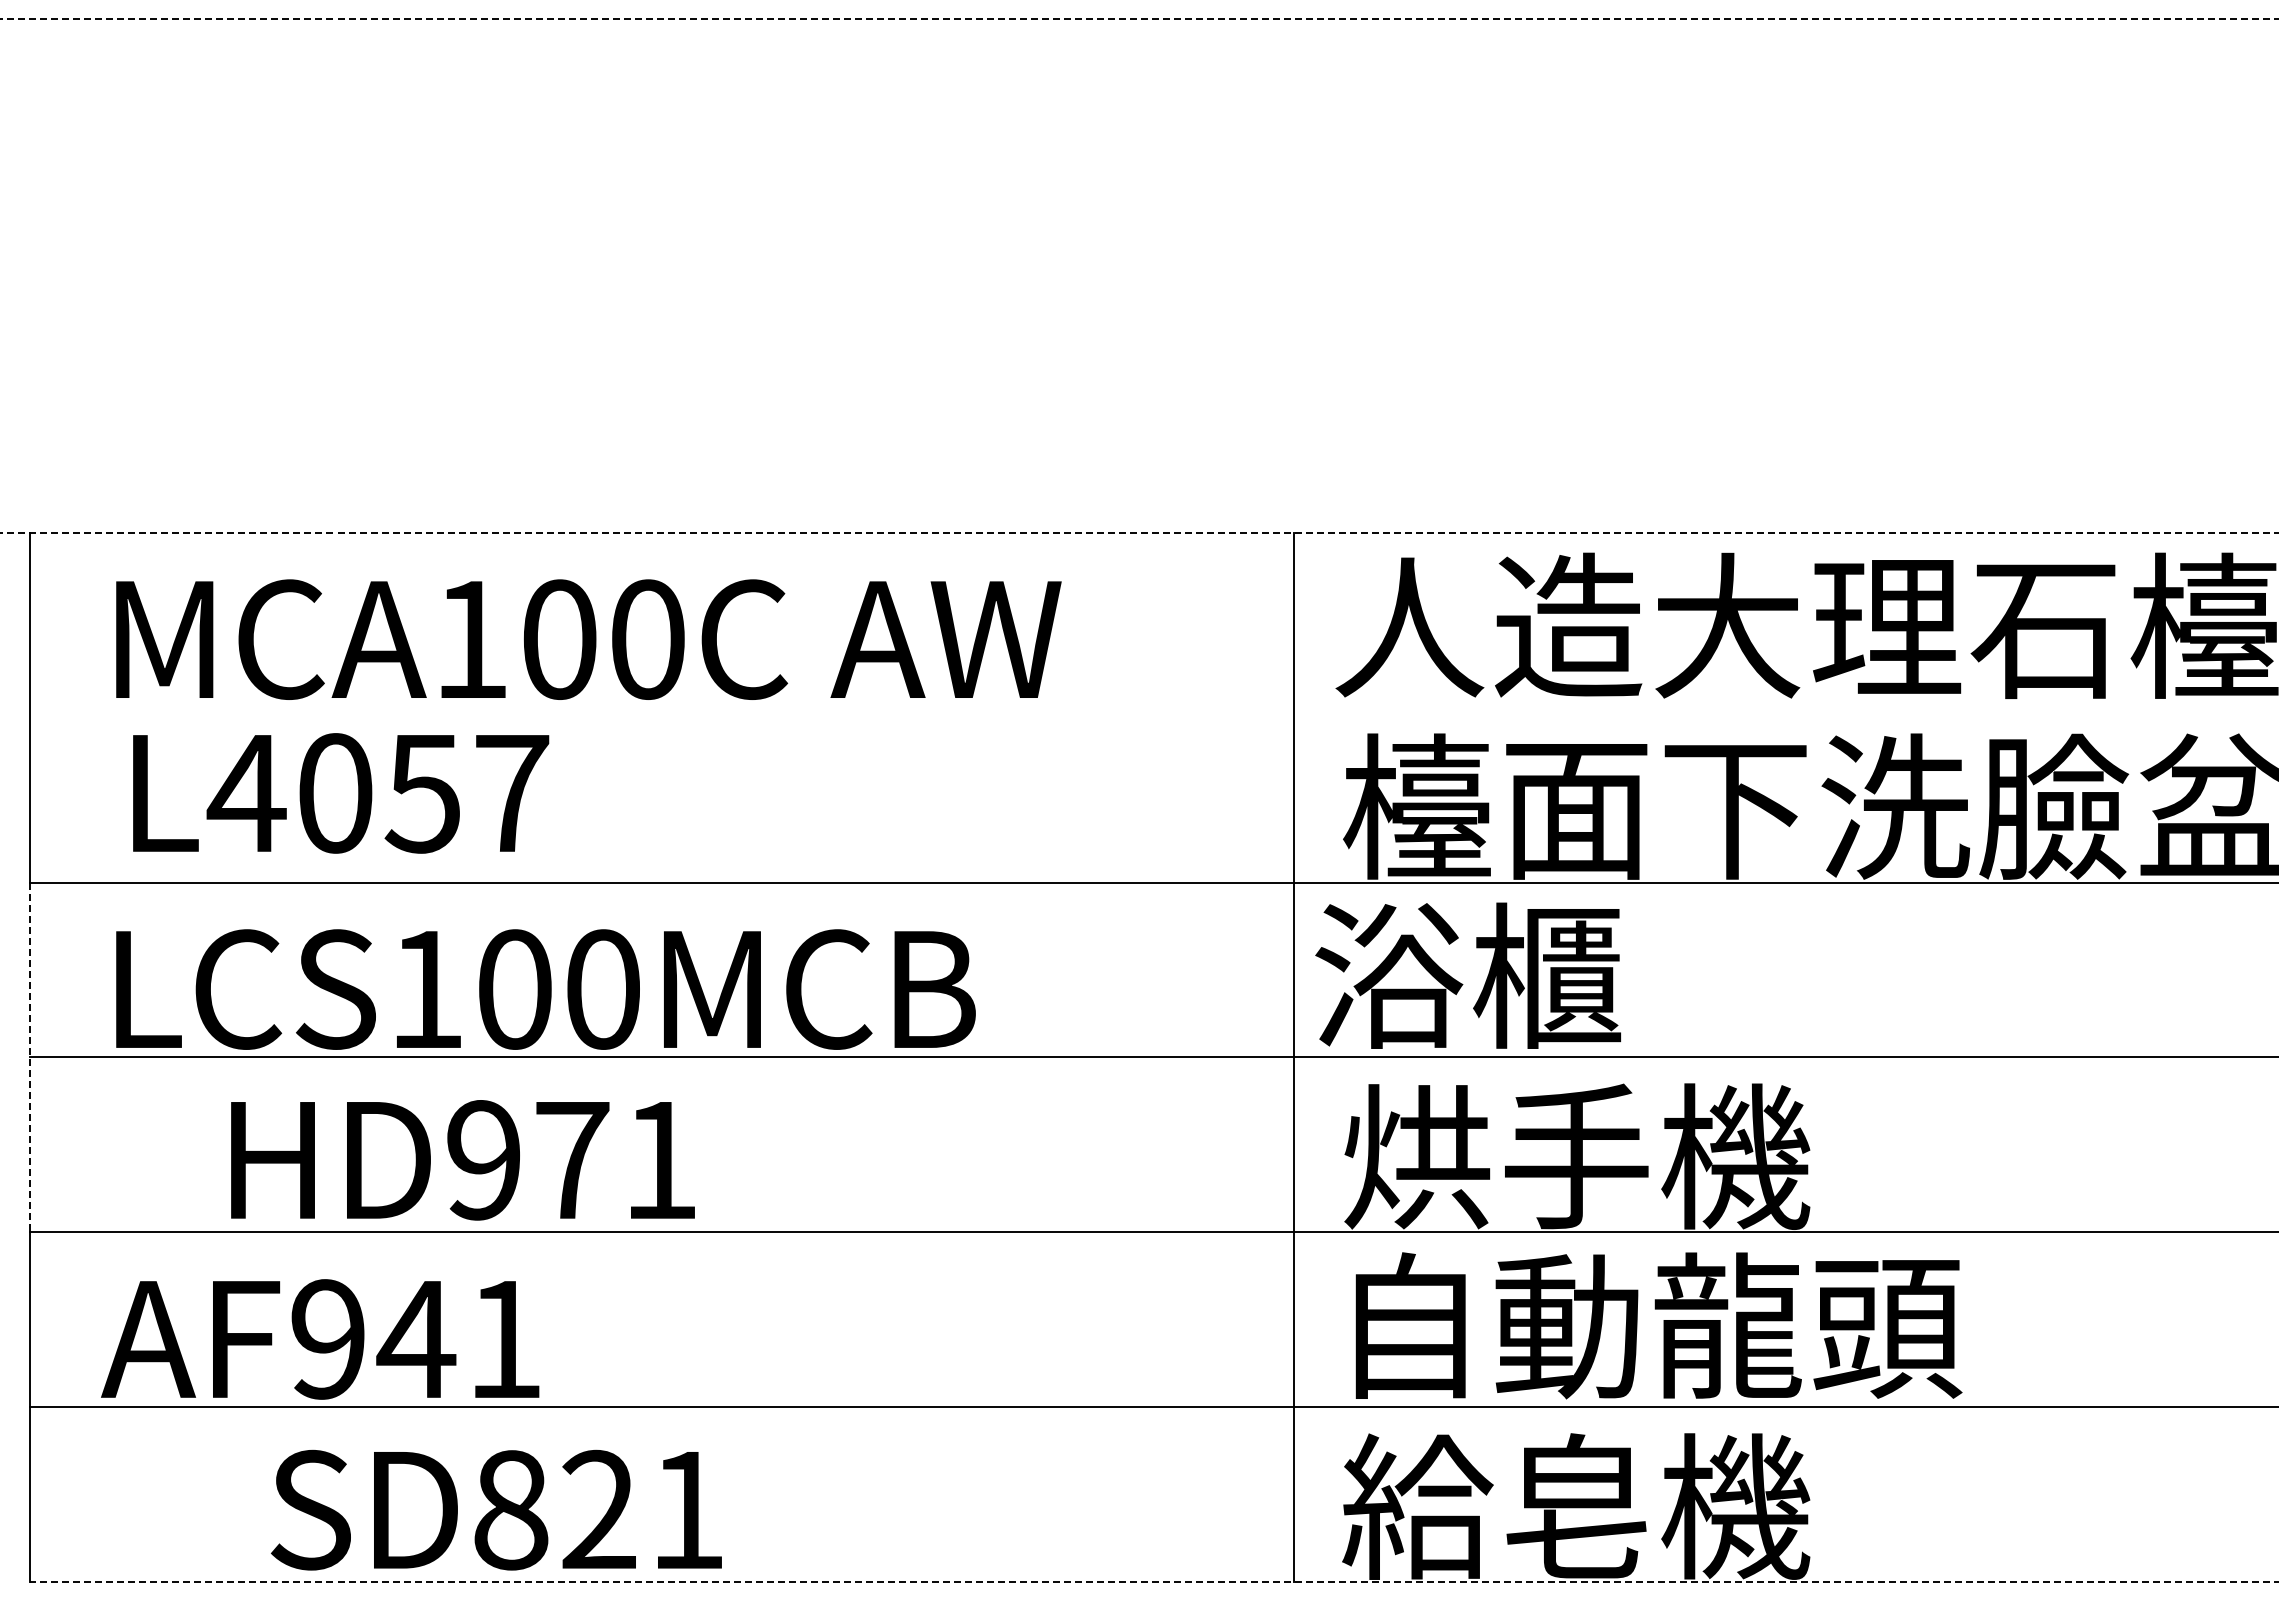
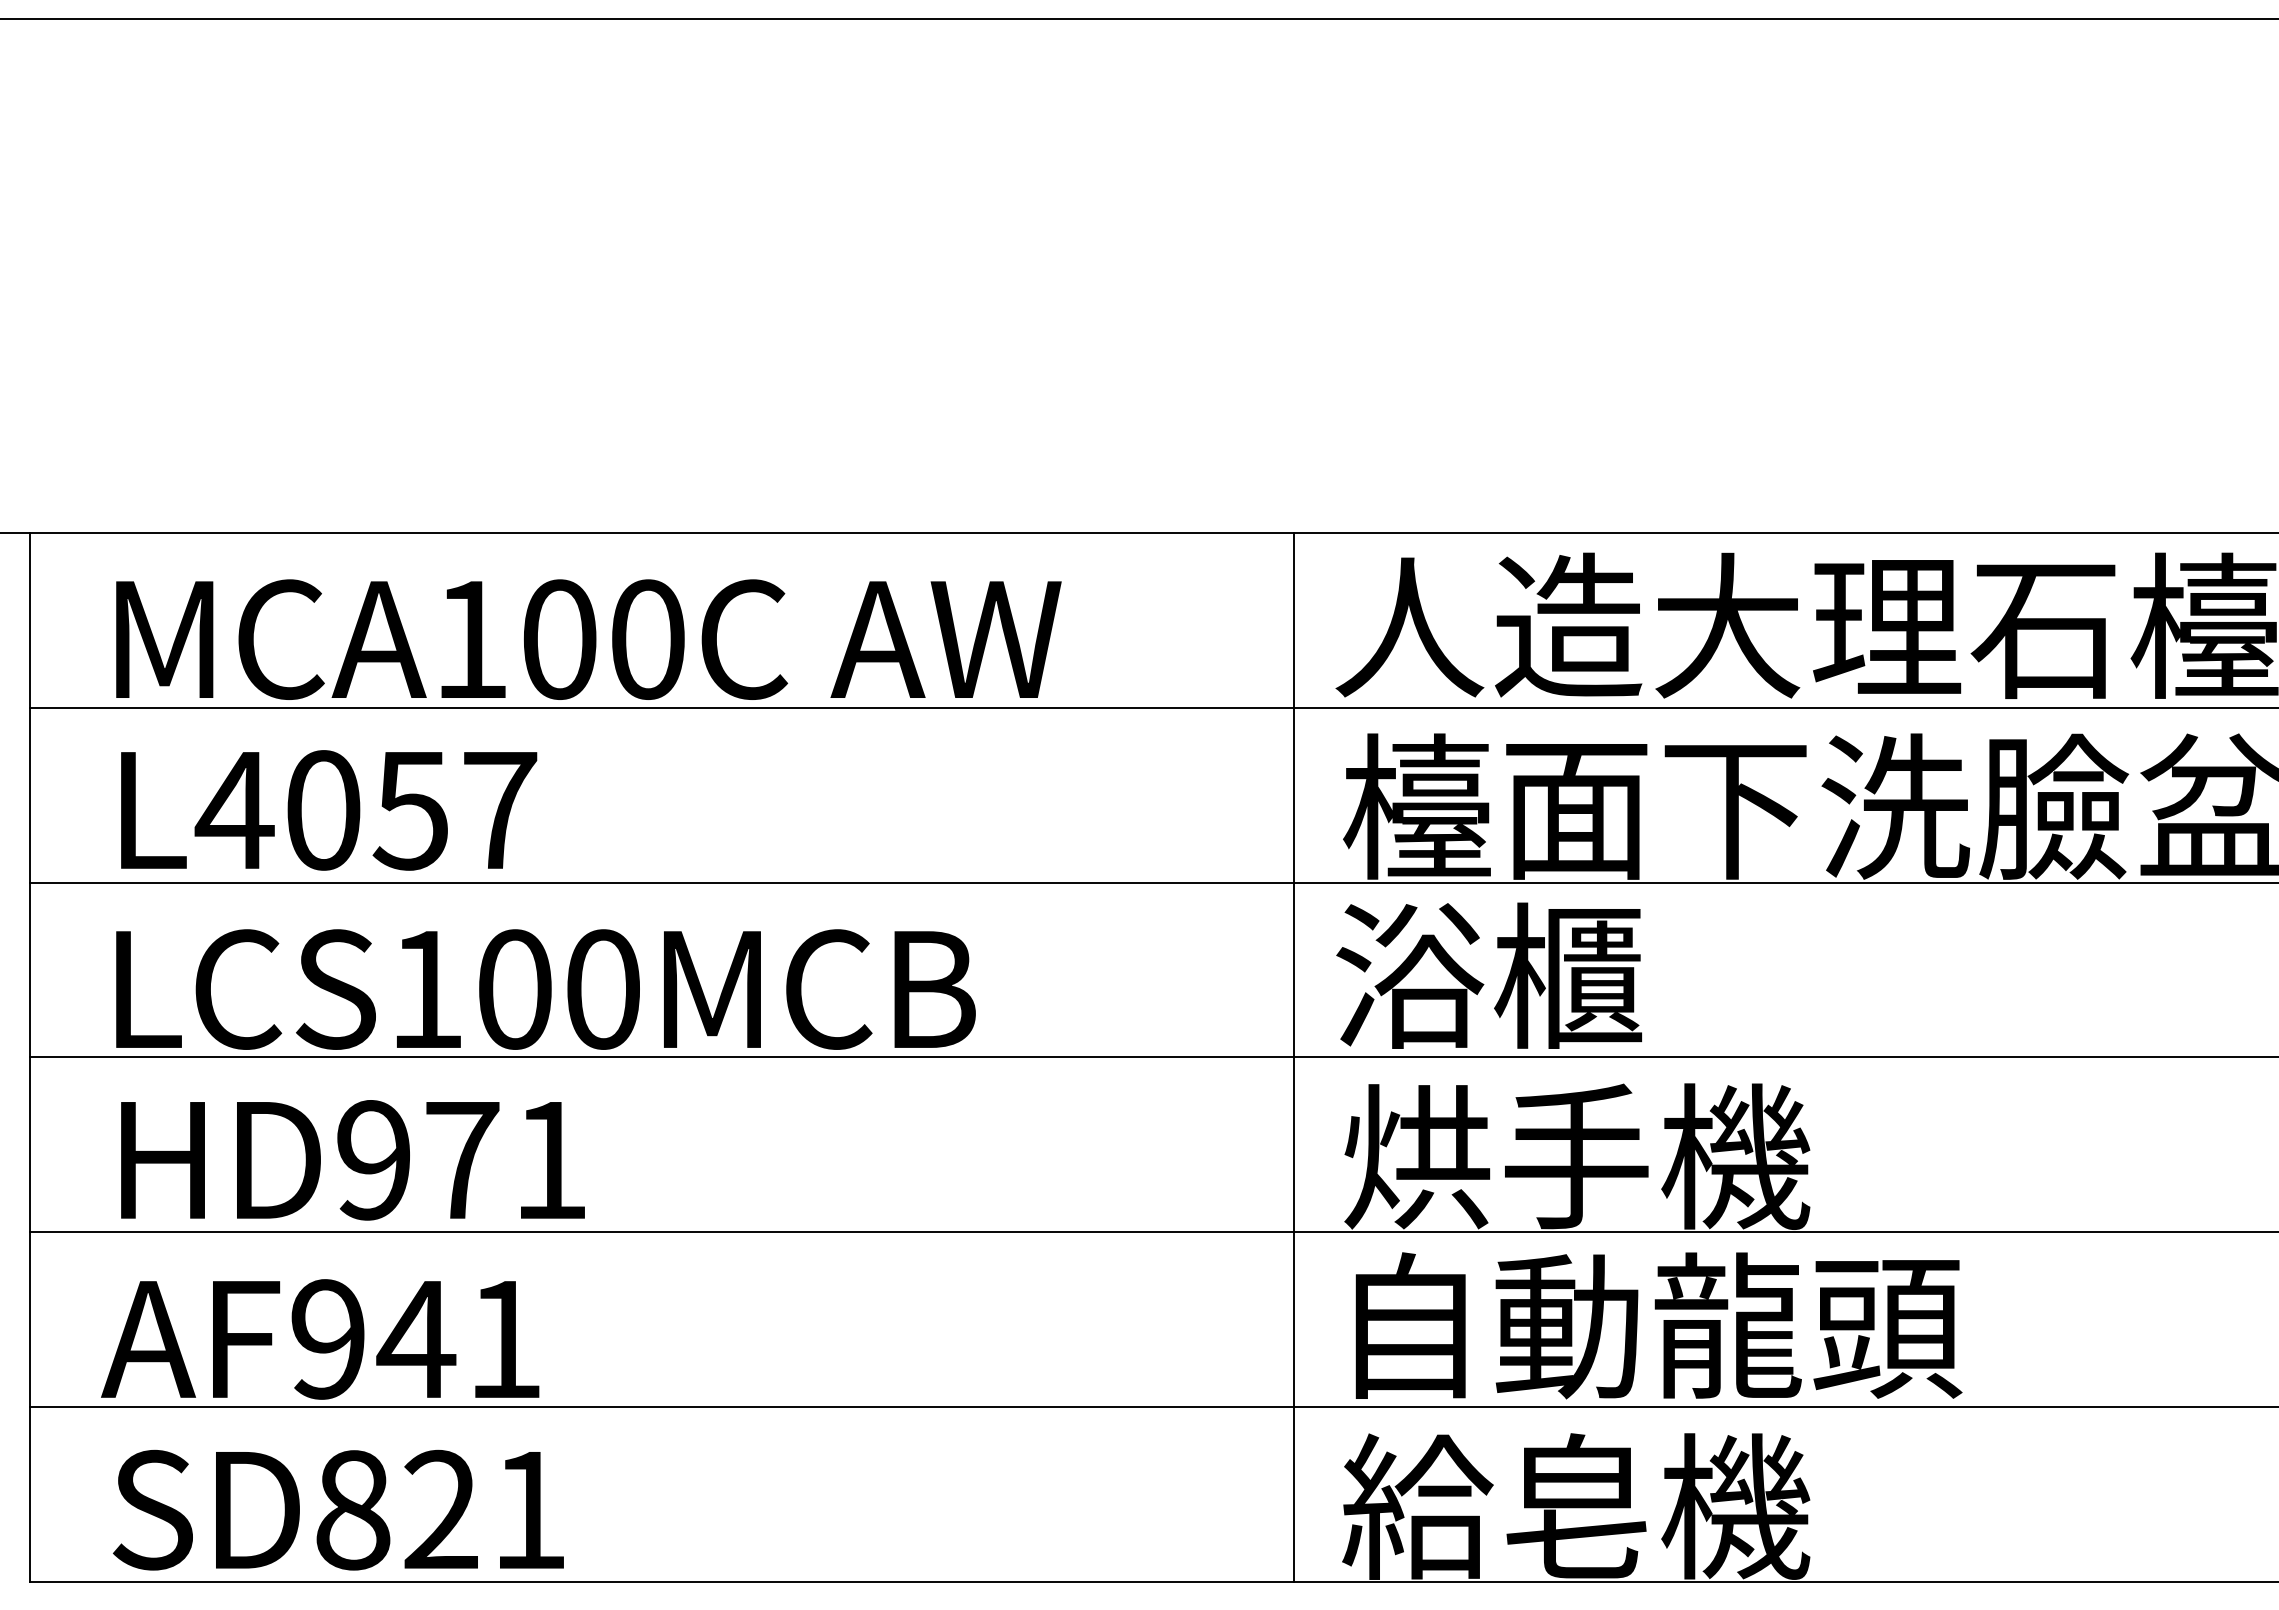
line at (1139, 19): dashed -> solid
line at (1139, 532): dashed -> solid
line at (1152, 707): none -> present
text at (341, 793) position: (341, 793) -> (329, 810)
text at (1467, 975) position: (1467, 975) -> (1488, 975)
line at (30, 1057): dashed -> solid
text at (462, 1160) position: (462, 1160) -> (352, 1160)
text at (496, 1509) position: (496, 1509) -> (338, 1509)
line at (1154, 1582): dashed -> solid
